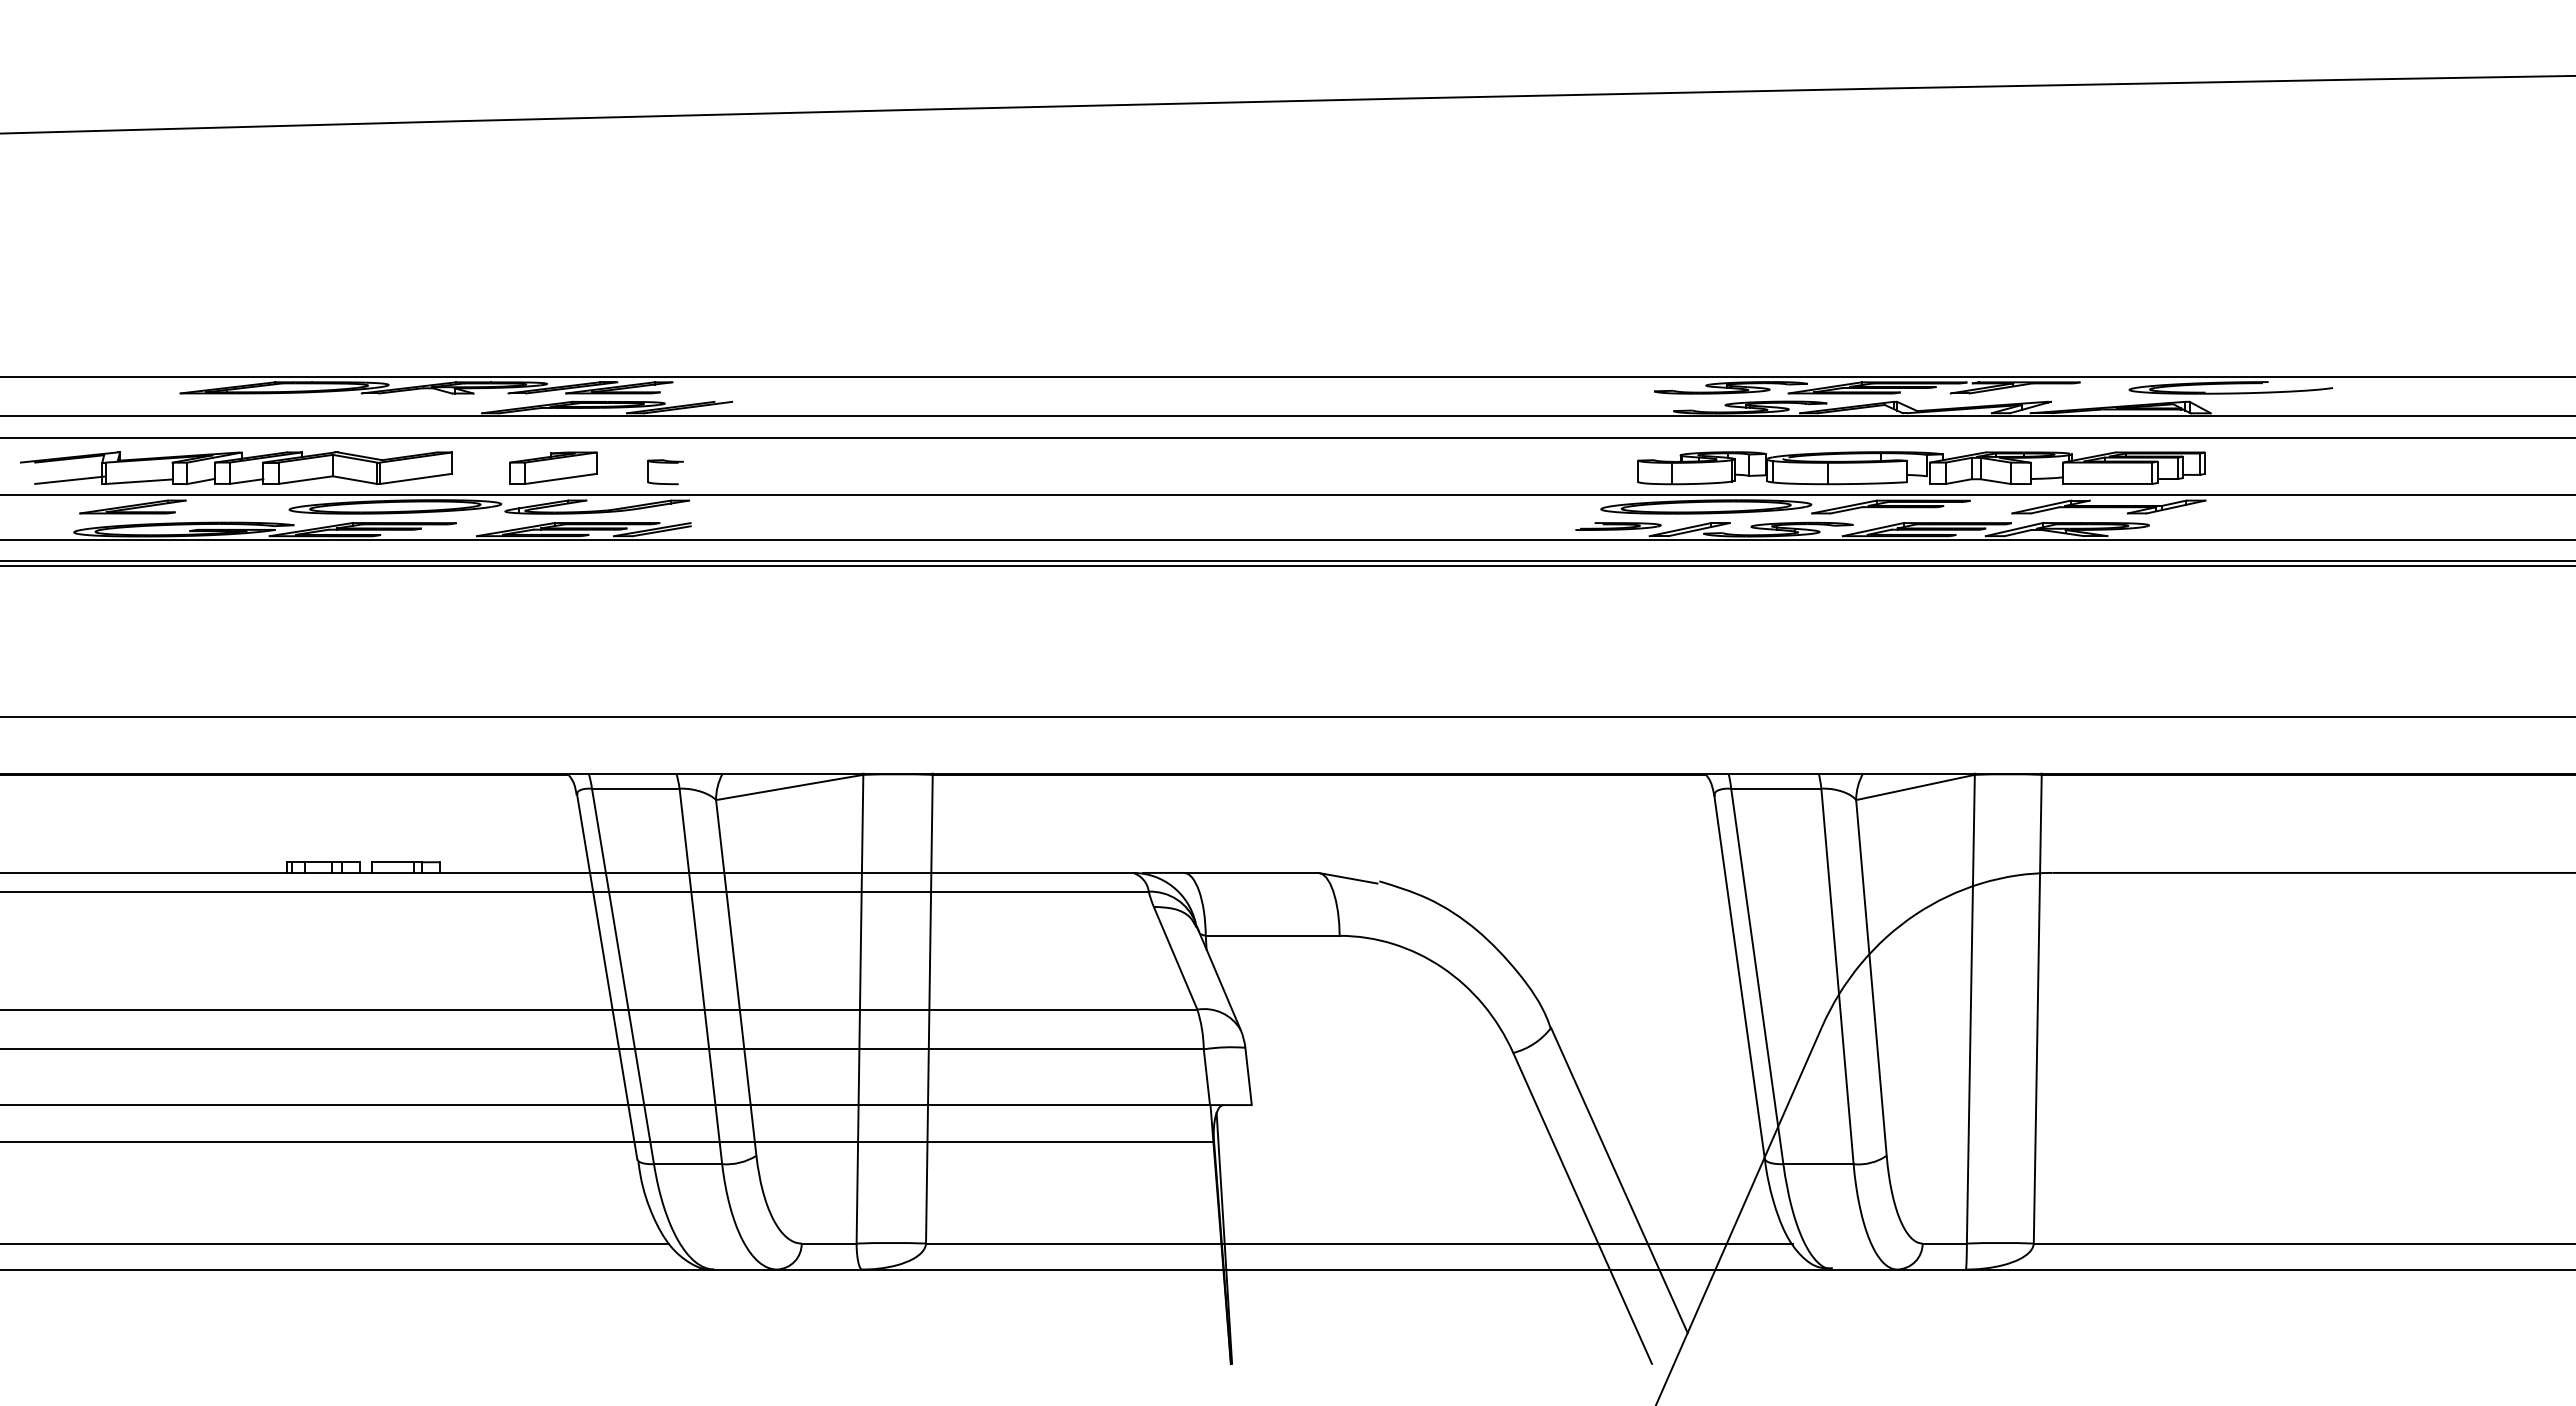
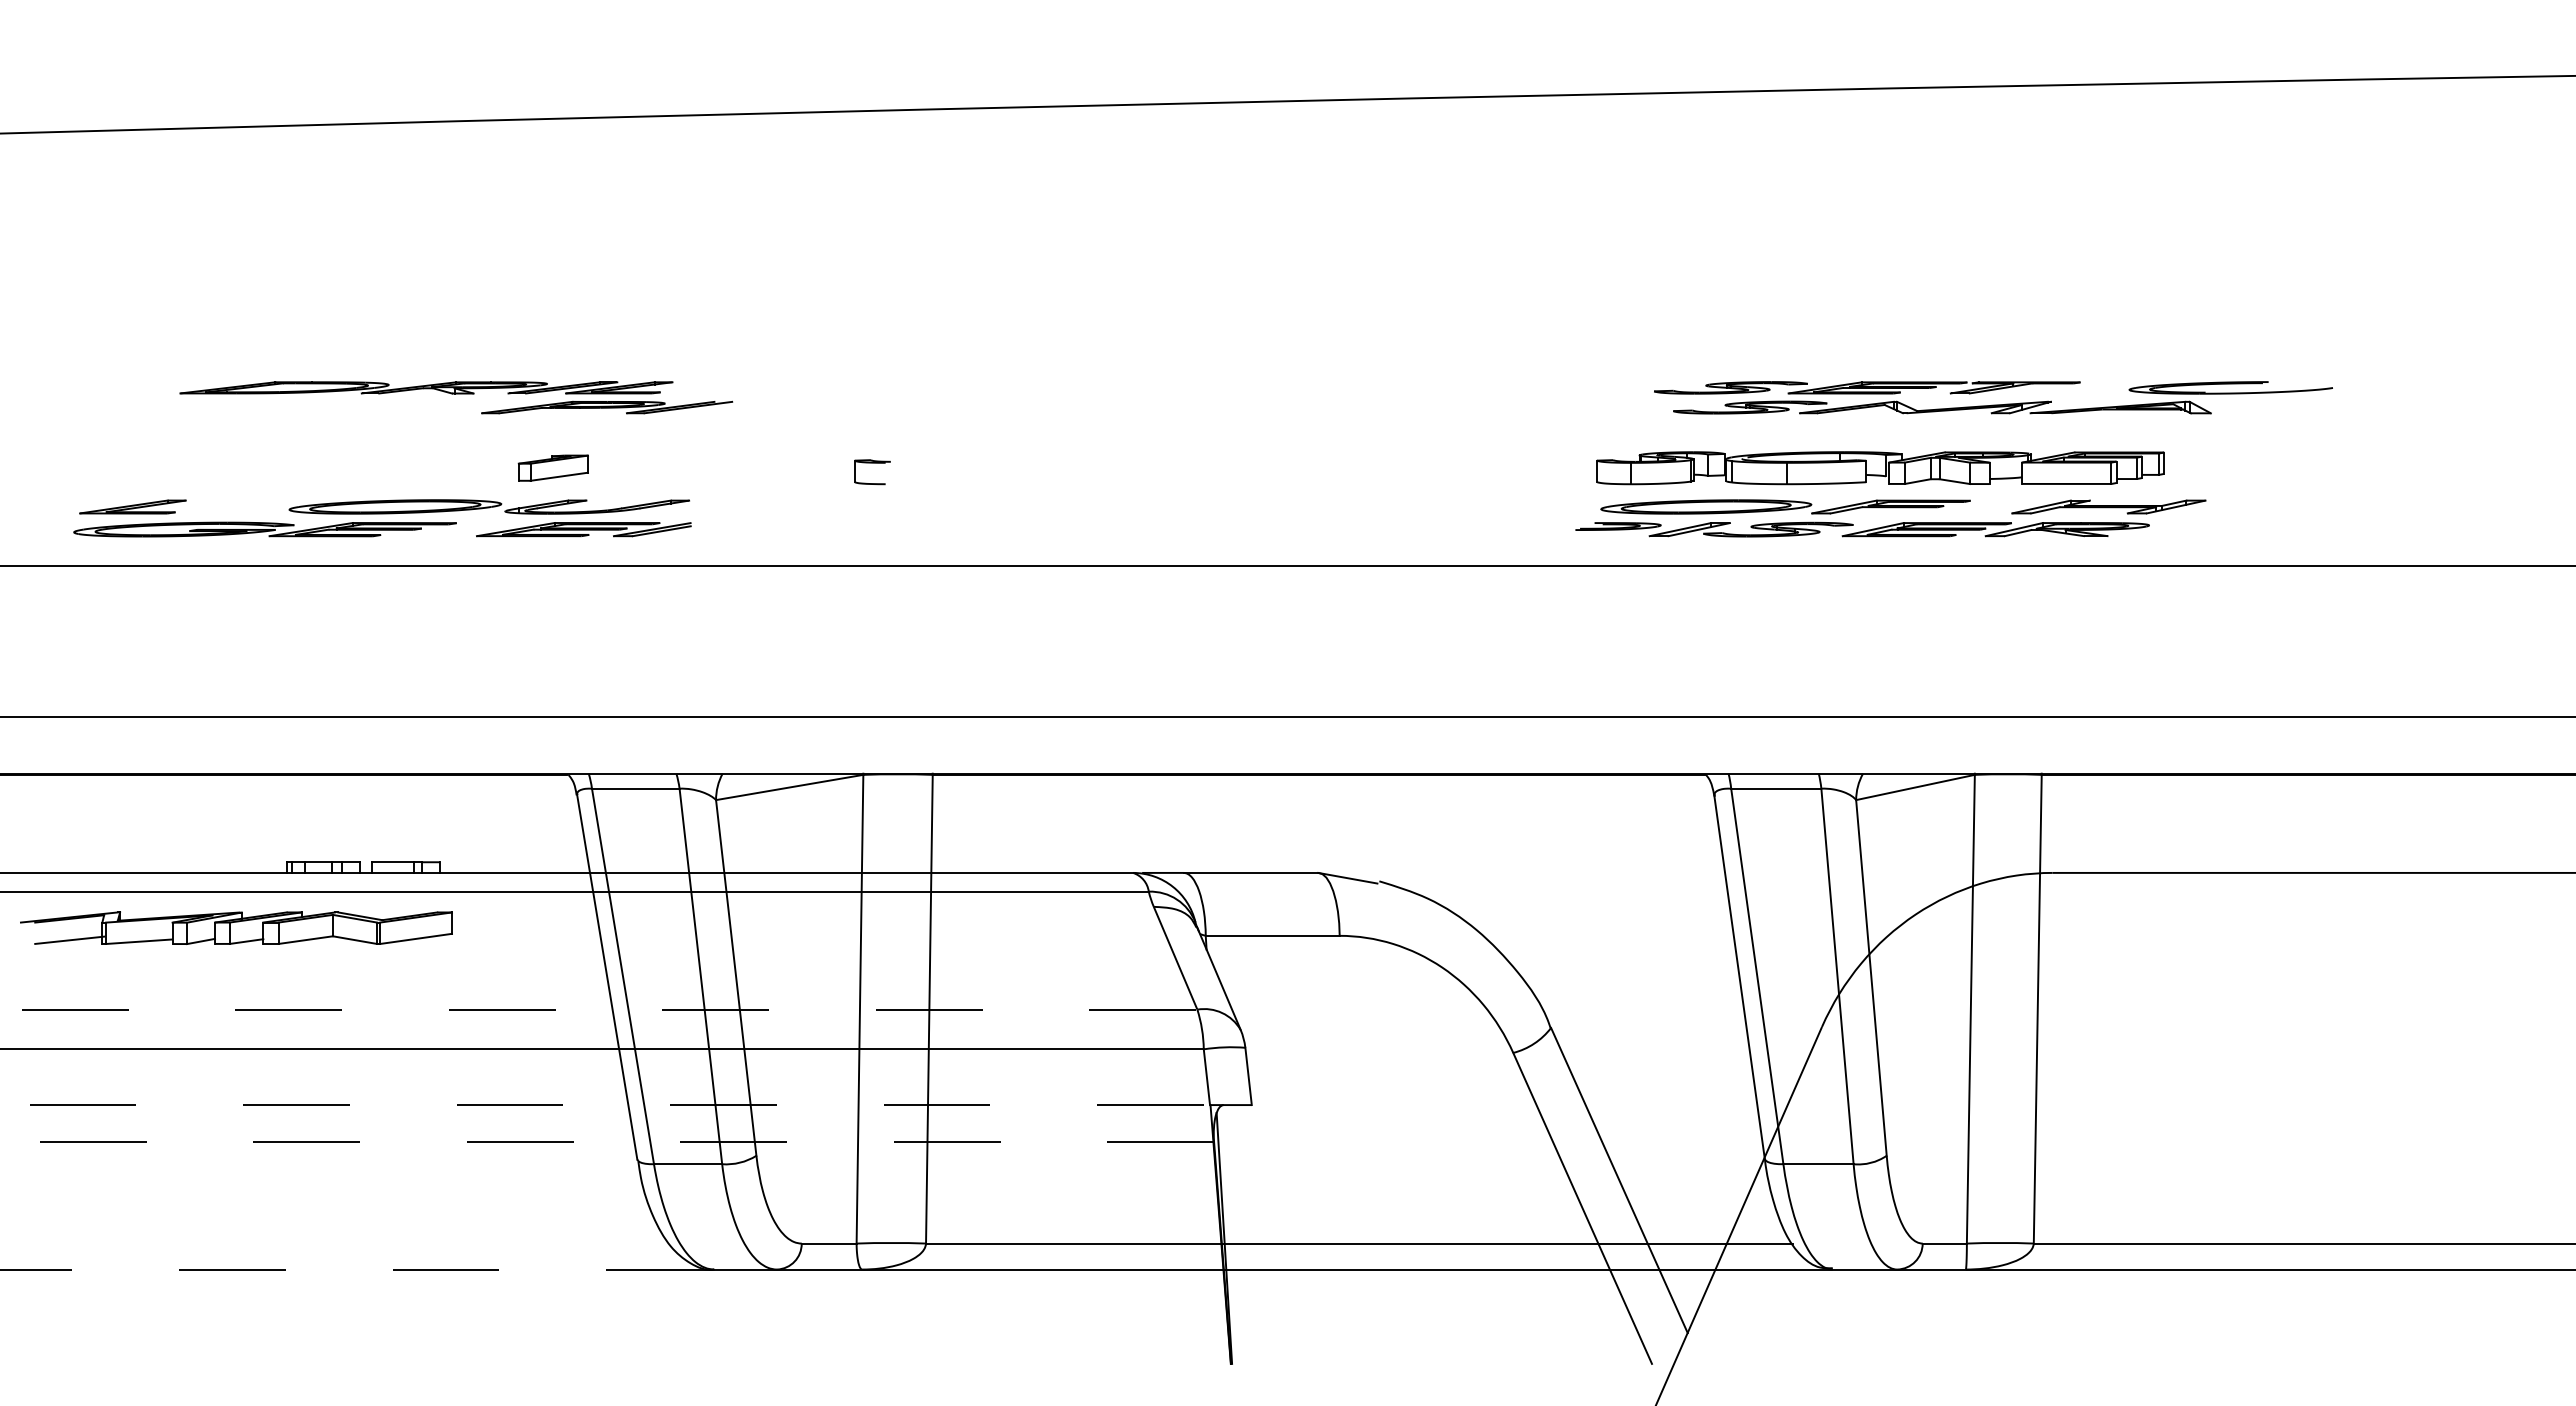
line at (1287, 377): present -> none
line at (1287, 416): present -> none
line at (1287, 437): present -> none
part at (665, 463) position: (665, 463) -> (872, 463)
part at (236, 467) position: (236, 467) -> (236, 927)
part at (553, 467) size: 89x34 px -> 72x28 px
part at (1921, 468) position: (1921, 468) -> (1880, 468)
line at (1287, 494): present -> none
line at (1287, 539): present -> none
line at (1287, 561): present -> none
line at (599, 1009): solid -> dashed
line at (605, 1105): solid -> dashed
line at (607, 1141): solid -> dashed
line at (335, 1243): present -> none
line at (356, 1269): solid -> dashed
